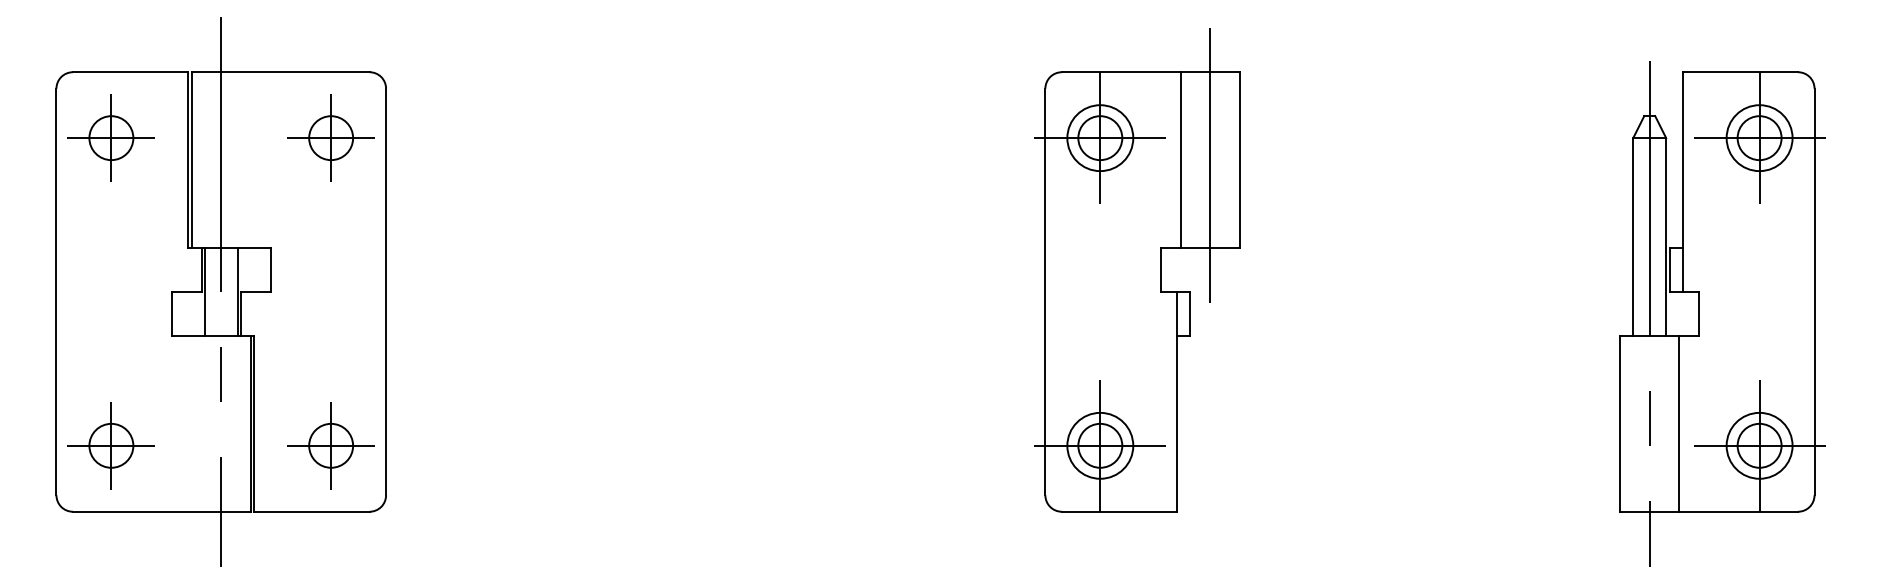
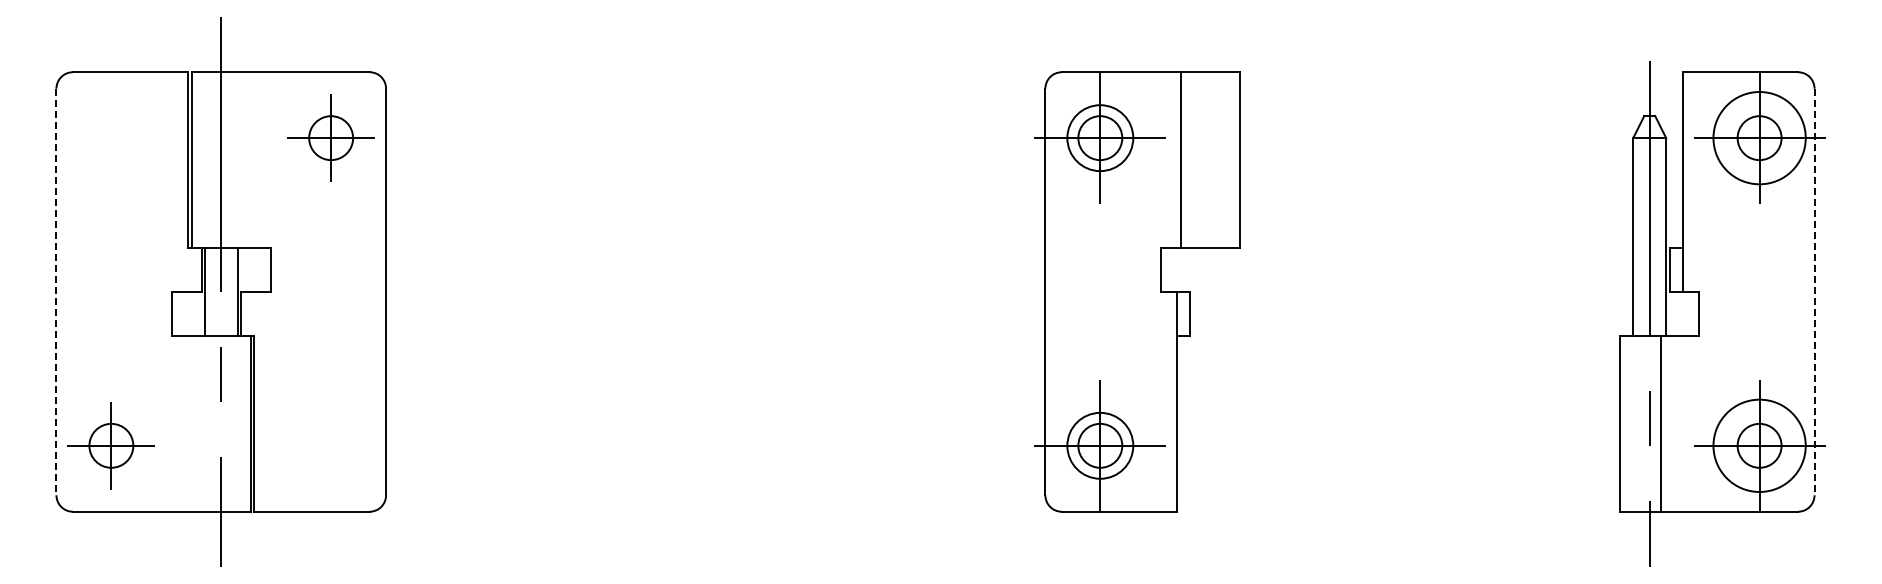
part at (110, 137): present -> none
circle at (1759, 138) diameter: 66 px -> 92 px
line at (1210, 159): present -> none
line at (56, 292): solid -> dashed
line at (1814, 292): solid -> dashed
line at (1679, 423) position: (1679, 423) -> (1661, 423)
part at (330, 445): present -> none
circle at (1759, 445) diameter: 66 px -> 92 px
